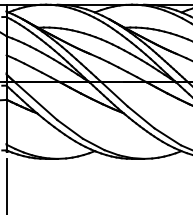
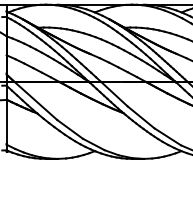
line at (6, 184): present -> none
